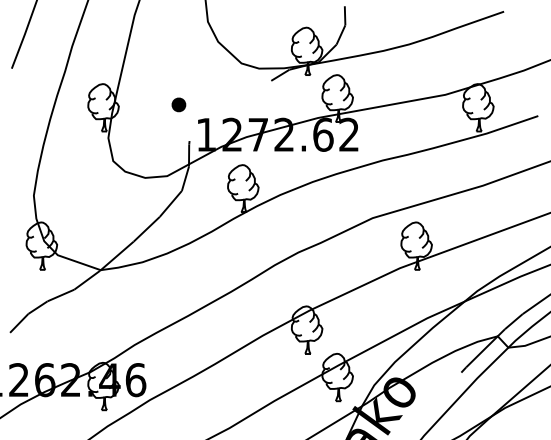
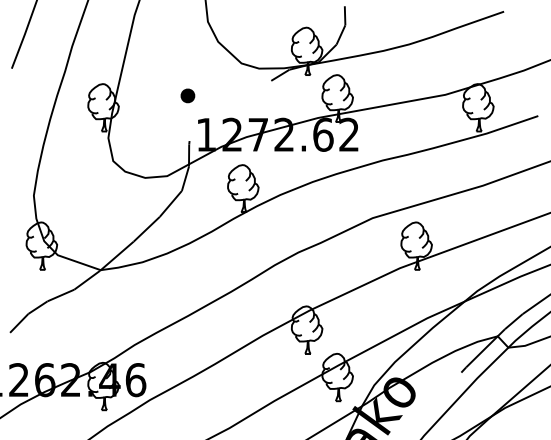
part at (178, 104) position: (178, 104) -> (187, 95)
